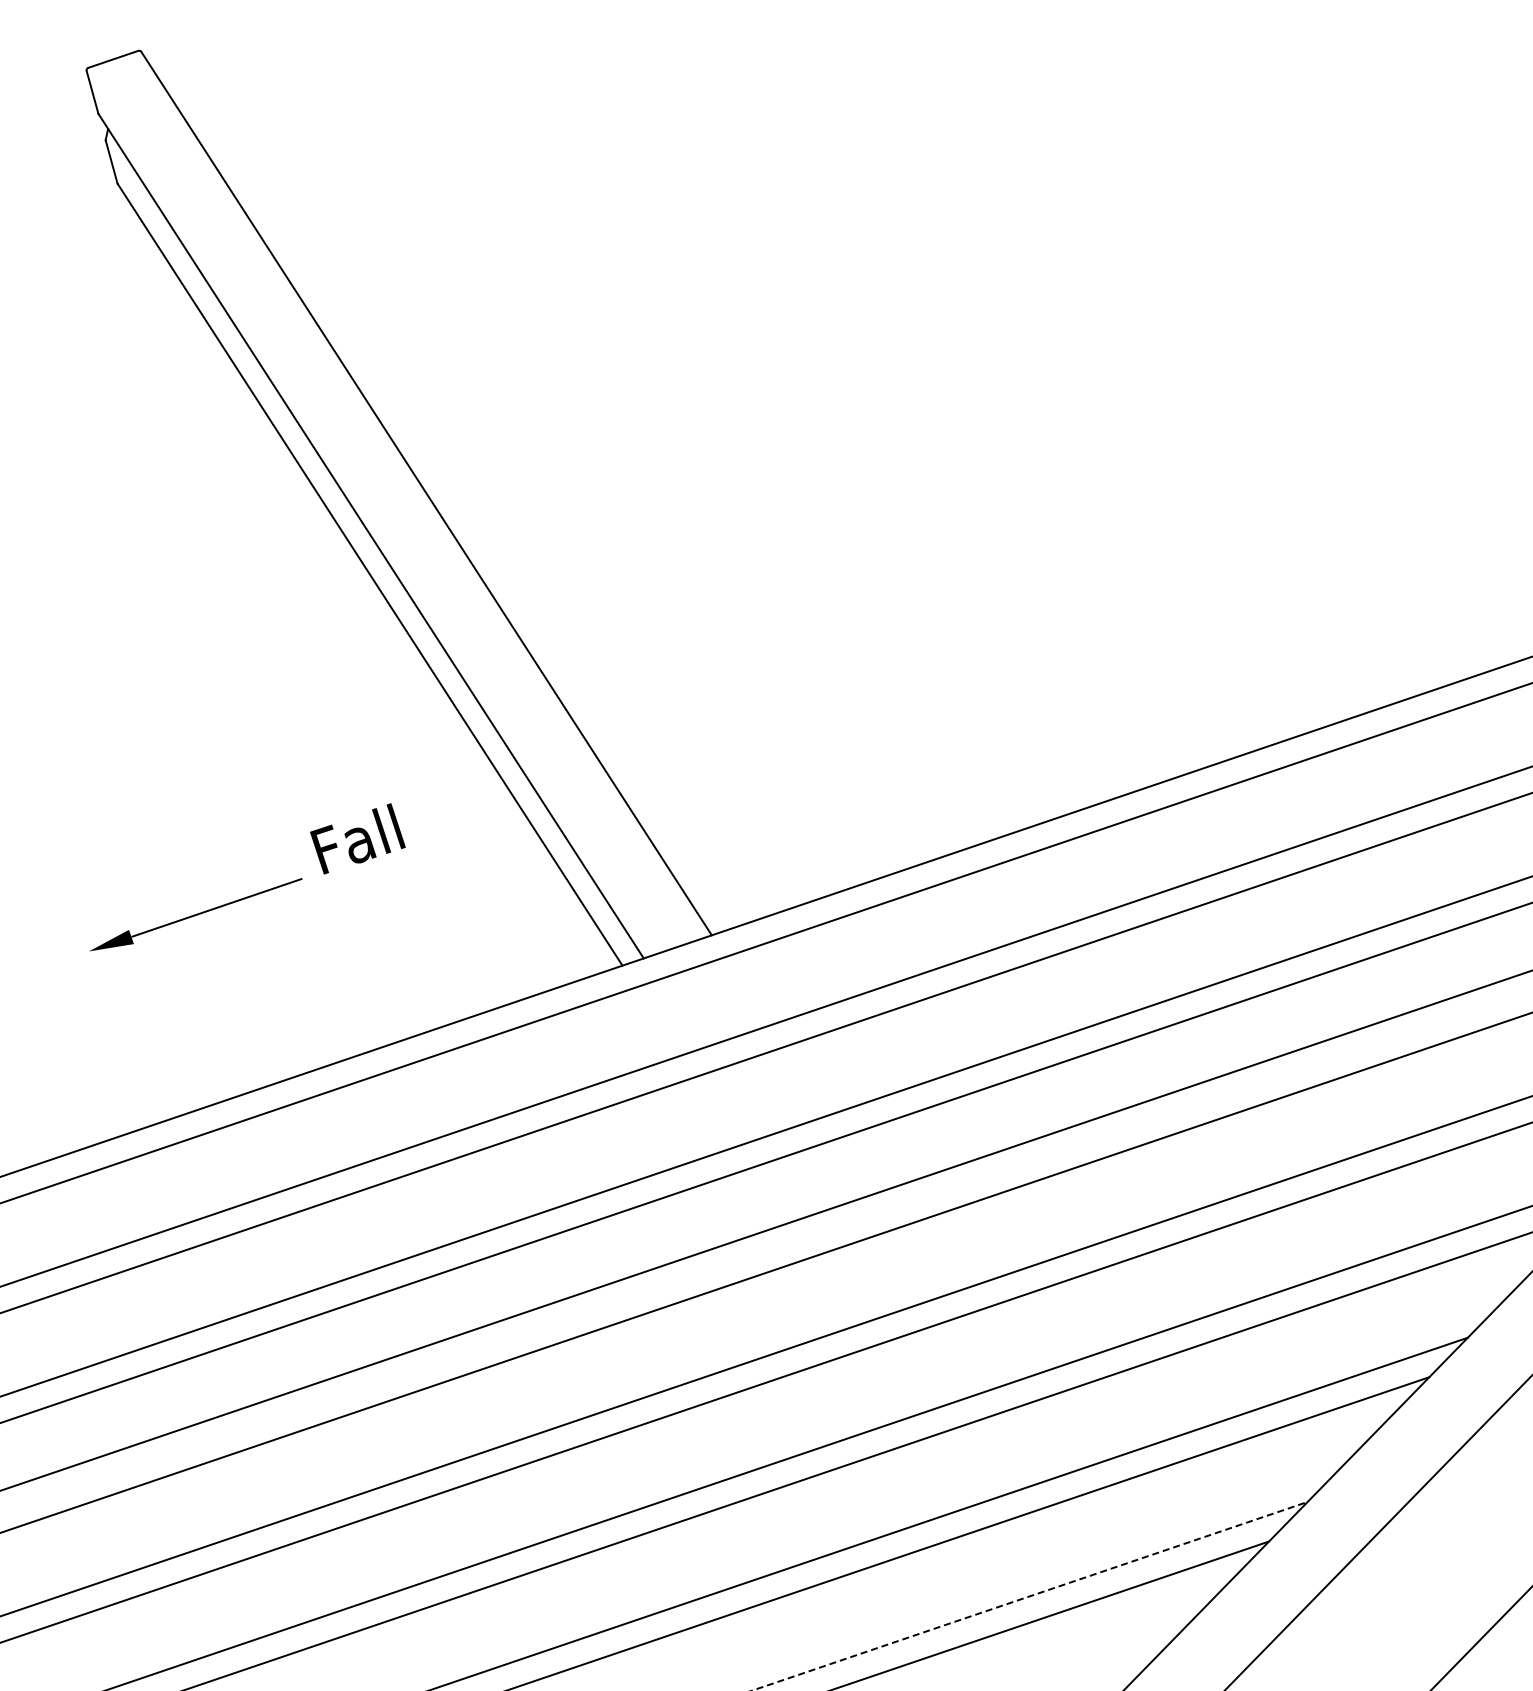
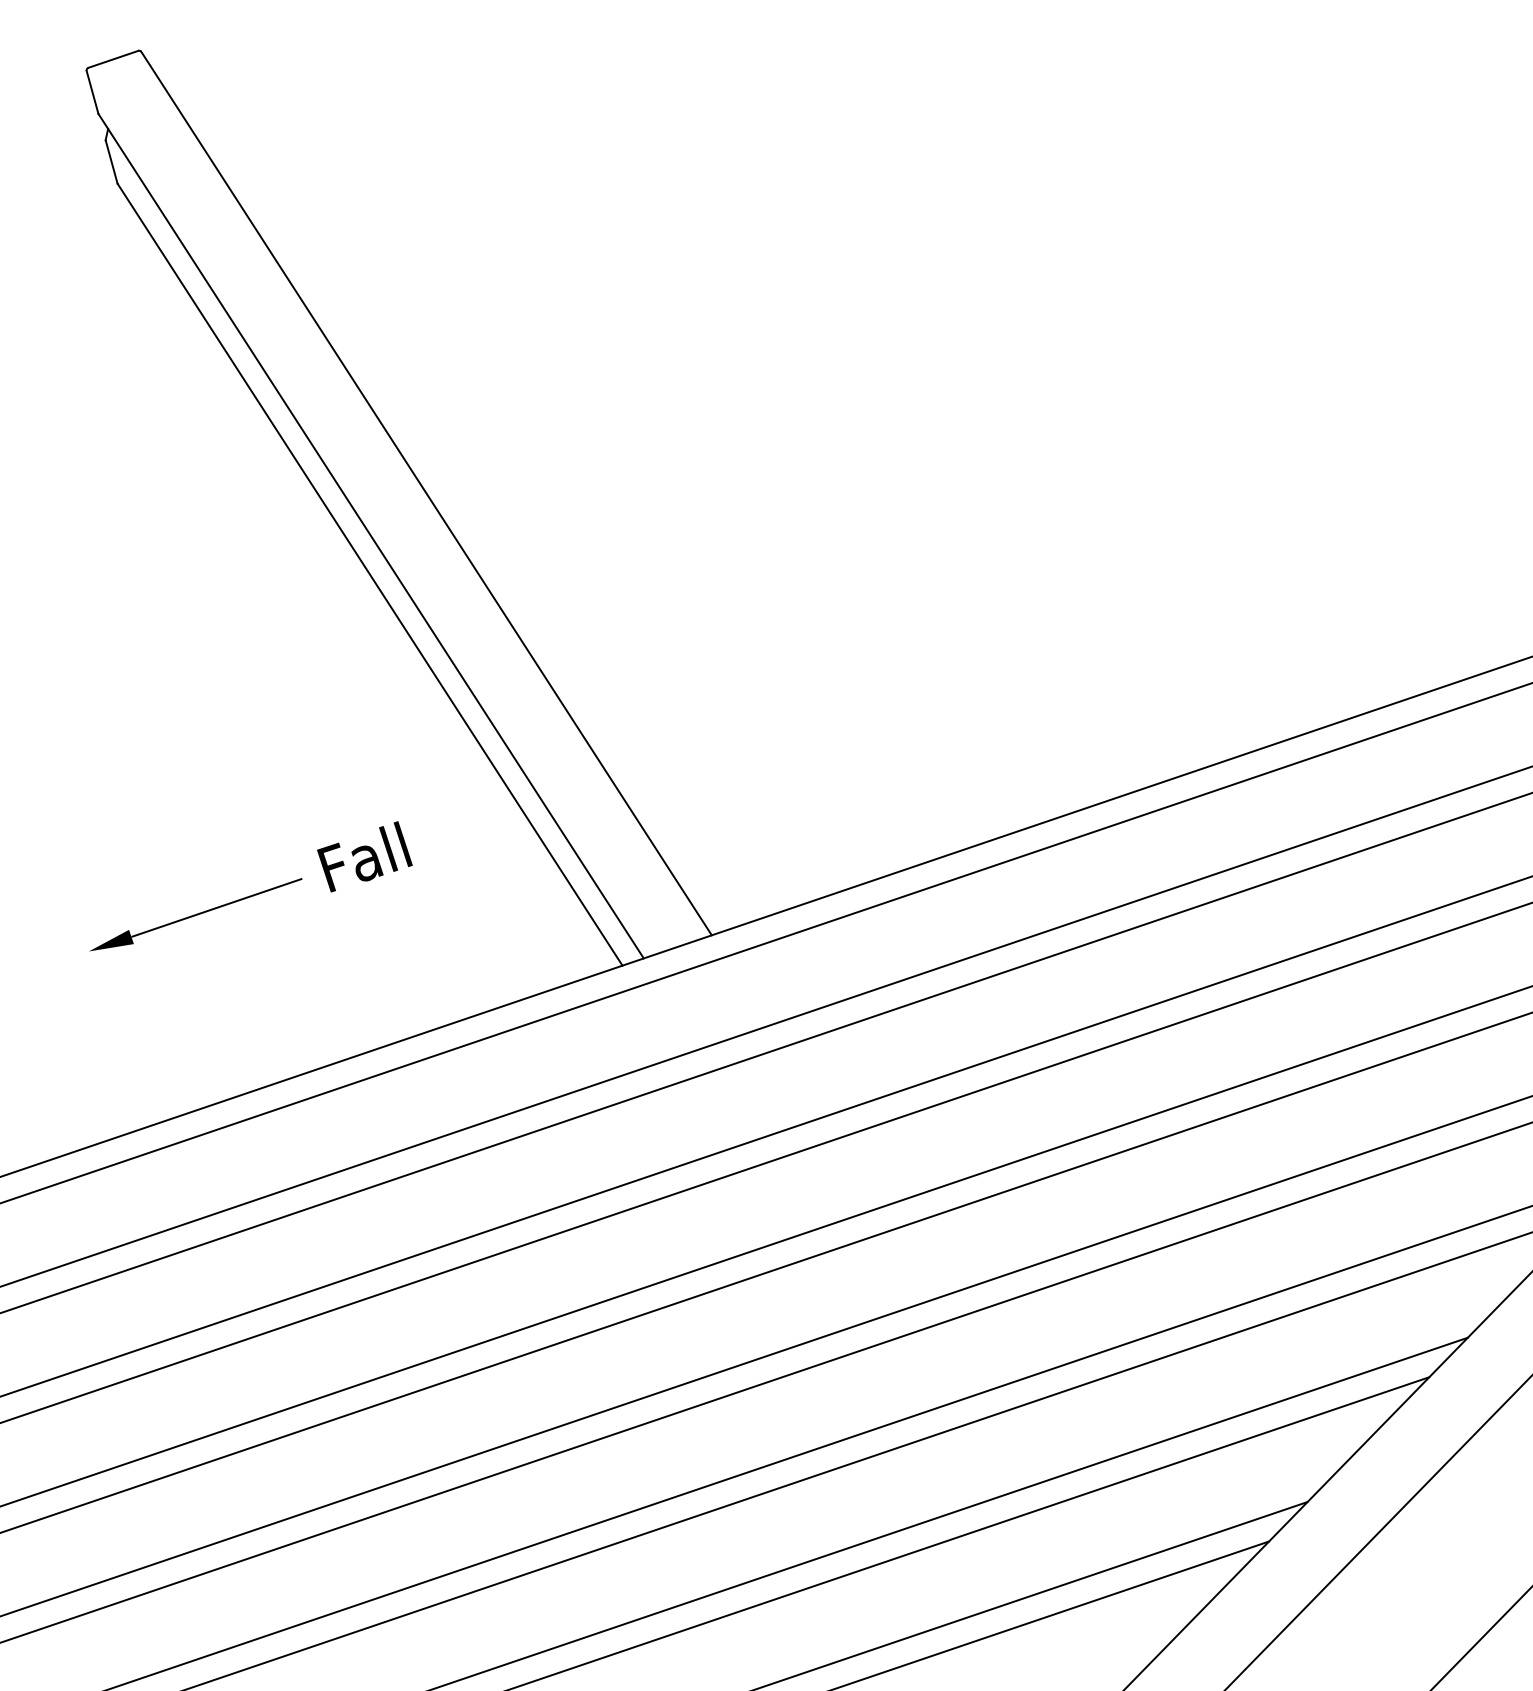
text at (357, 838) position: (357, 838) -> (364, 856)
line at (765, 1230) position: (765, 1230) -> (765, 1246)
line at (1030, 1596): dashed -> solid
